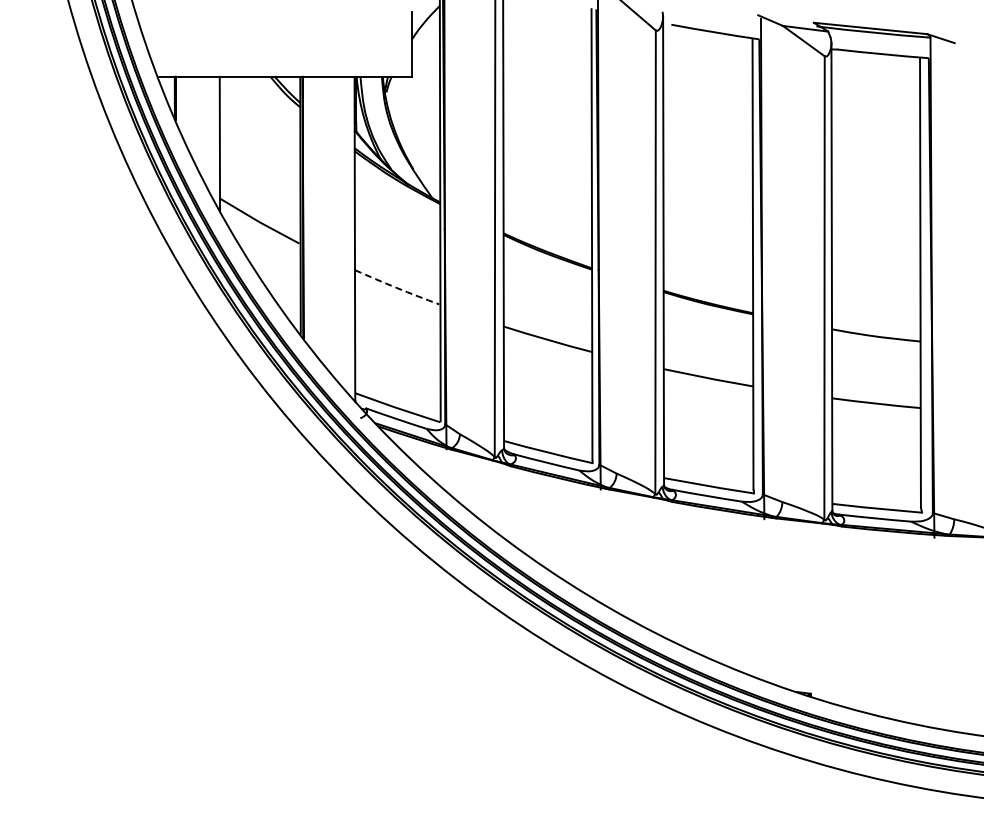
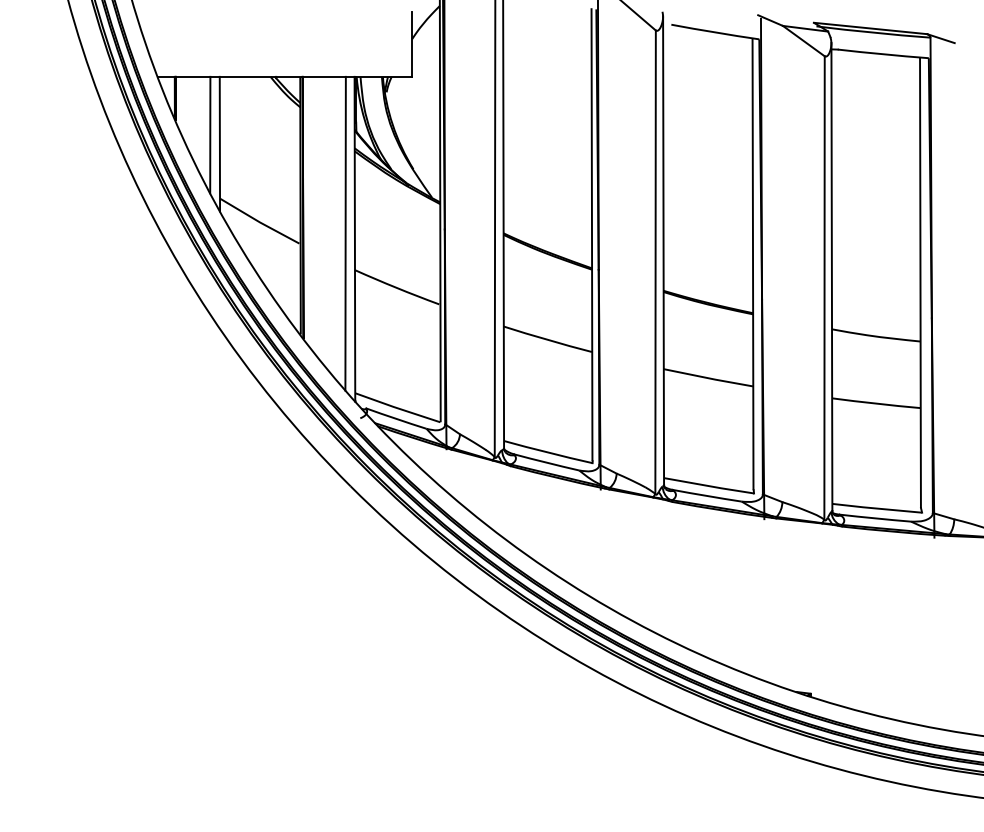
line at (210, 134): none -> present
line at (345, 233): none -> present
arc at (396, 287): dashed -> solid
